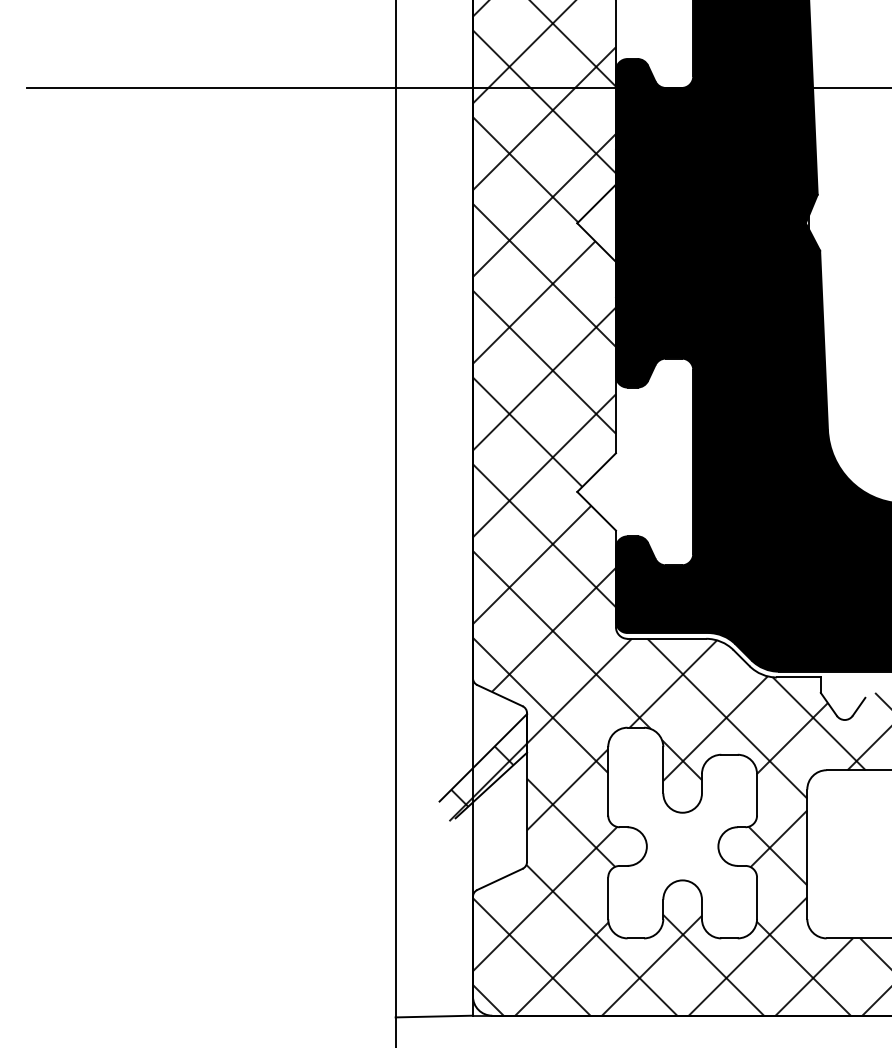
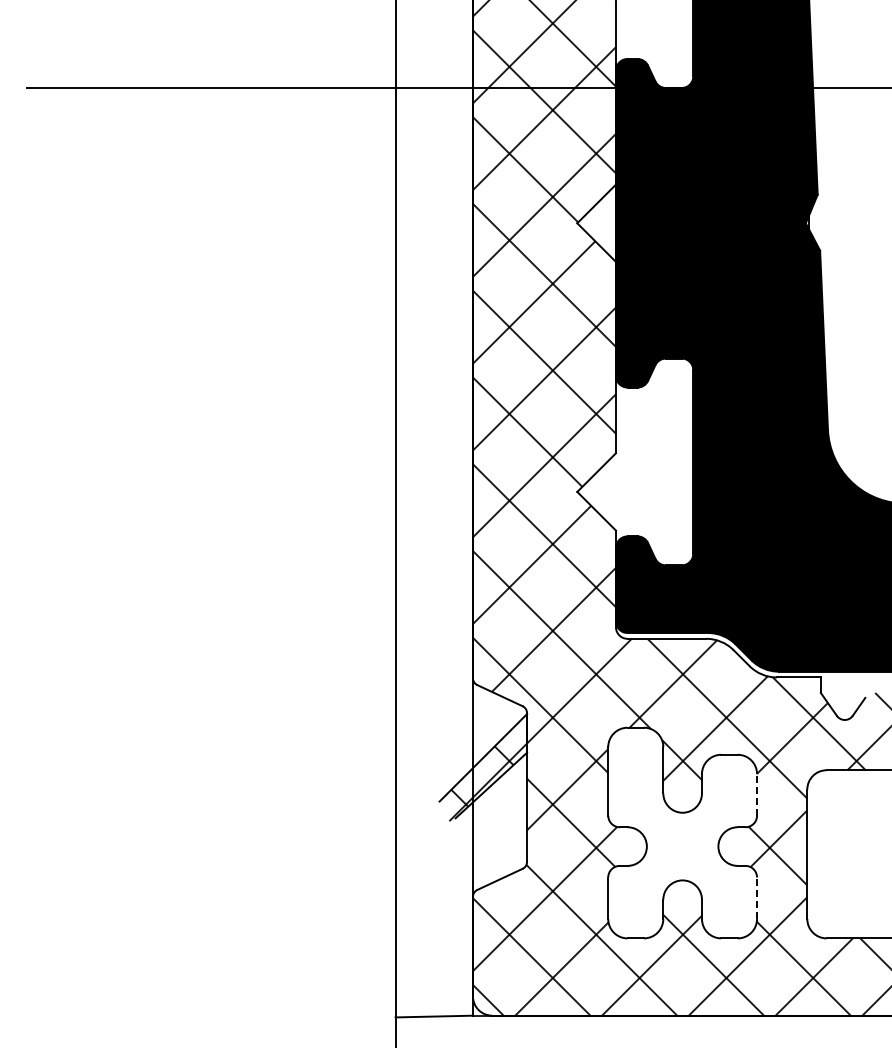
line at (757, 794): solid -> dashed
line at (757, 898): solid -> dashed
